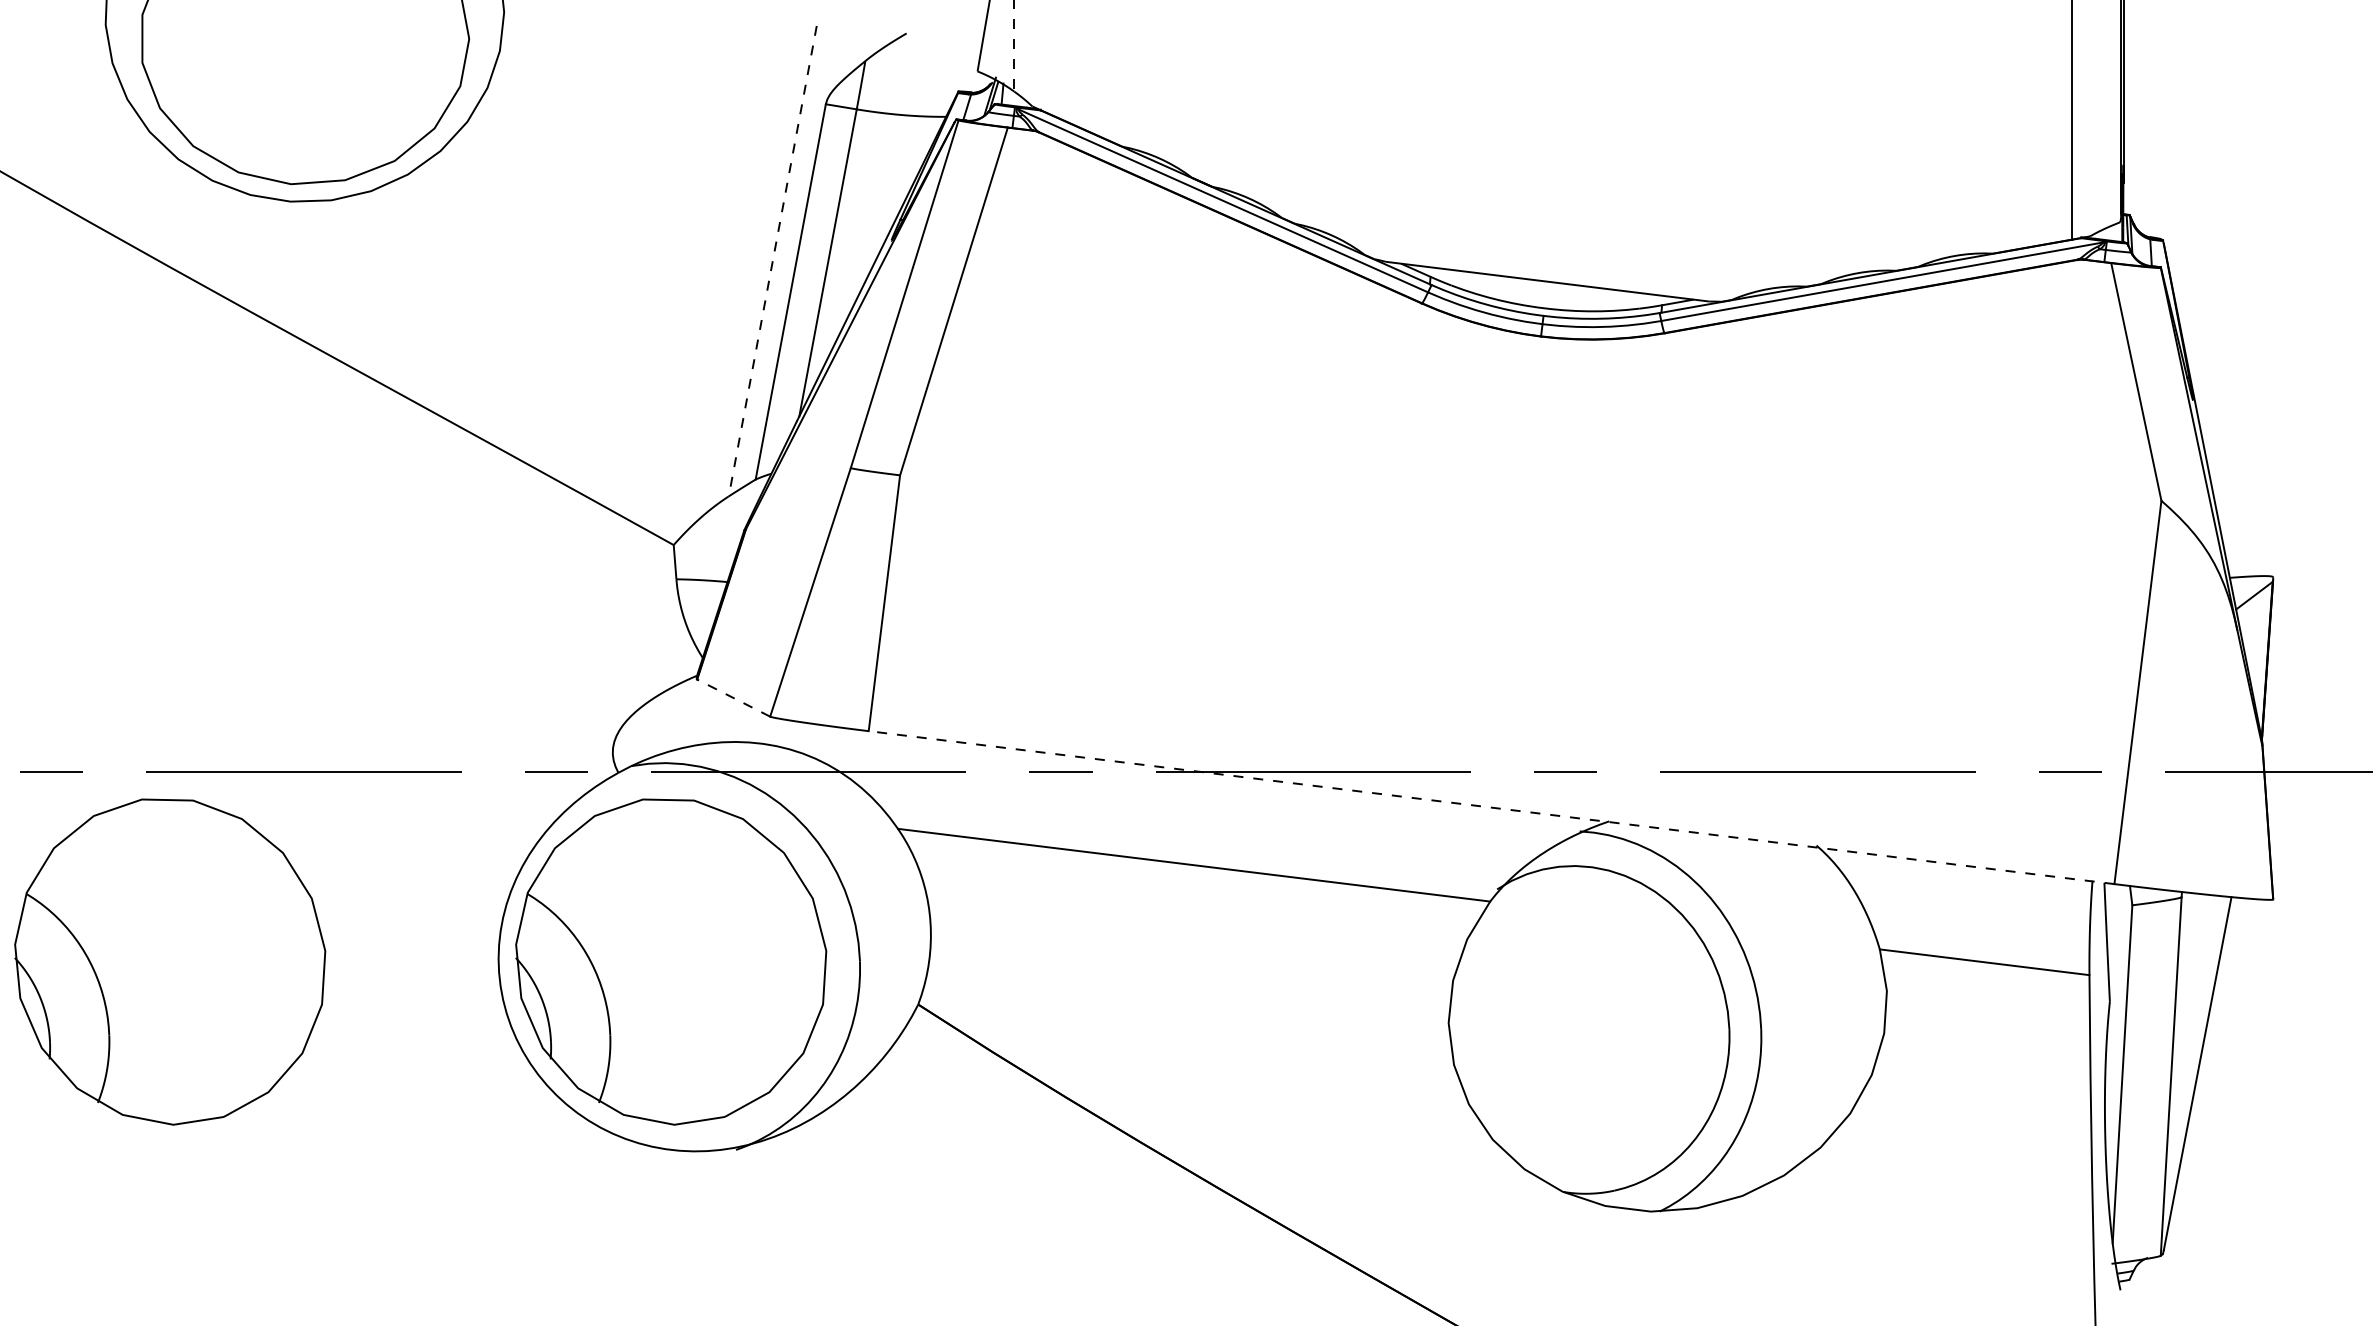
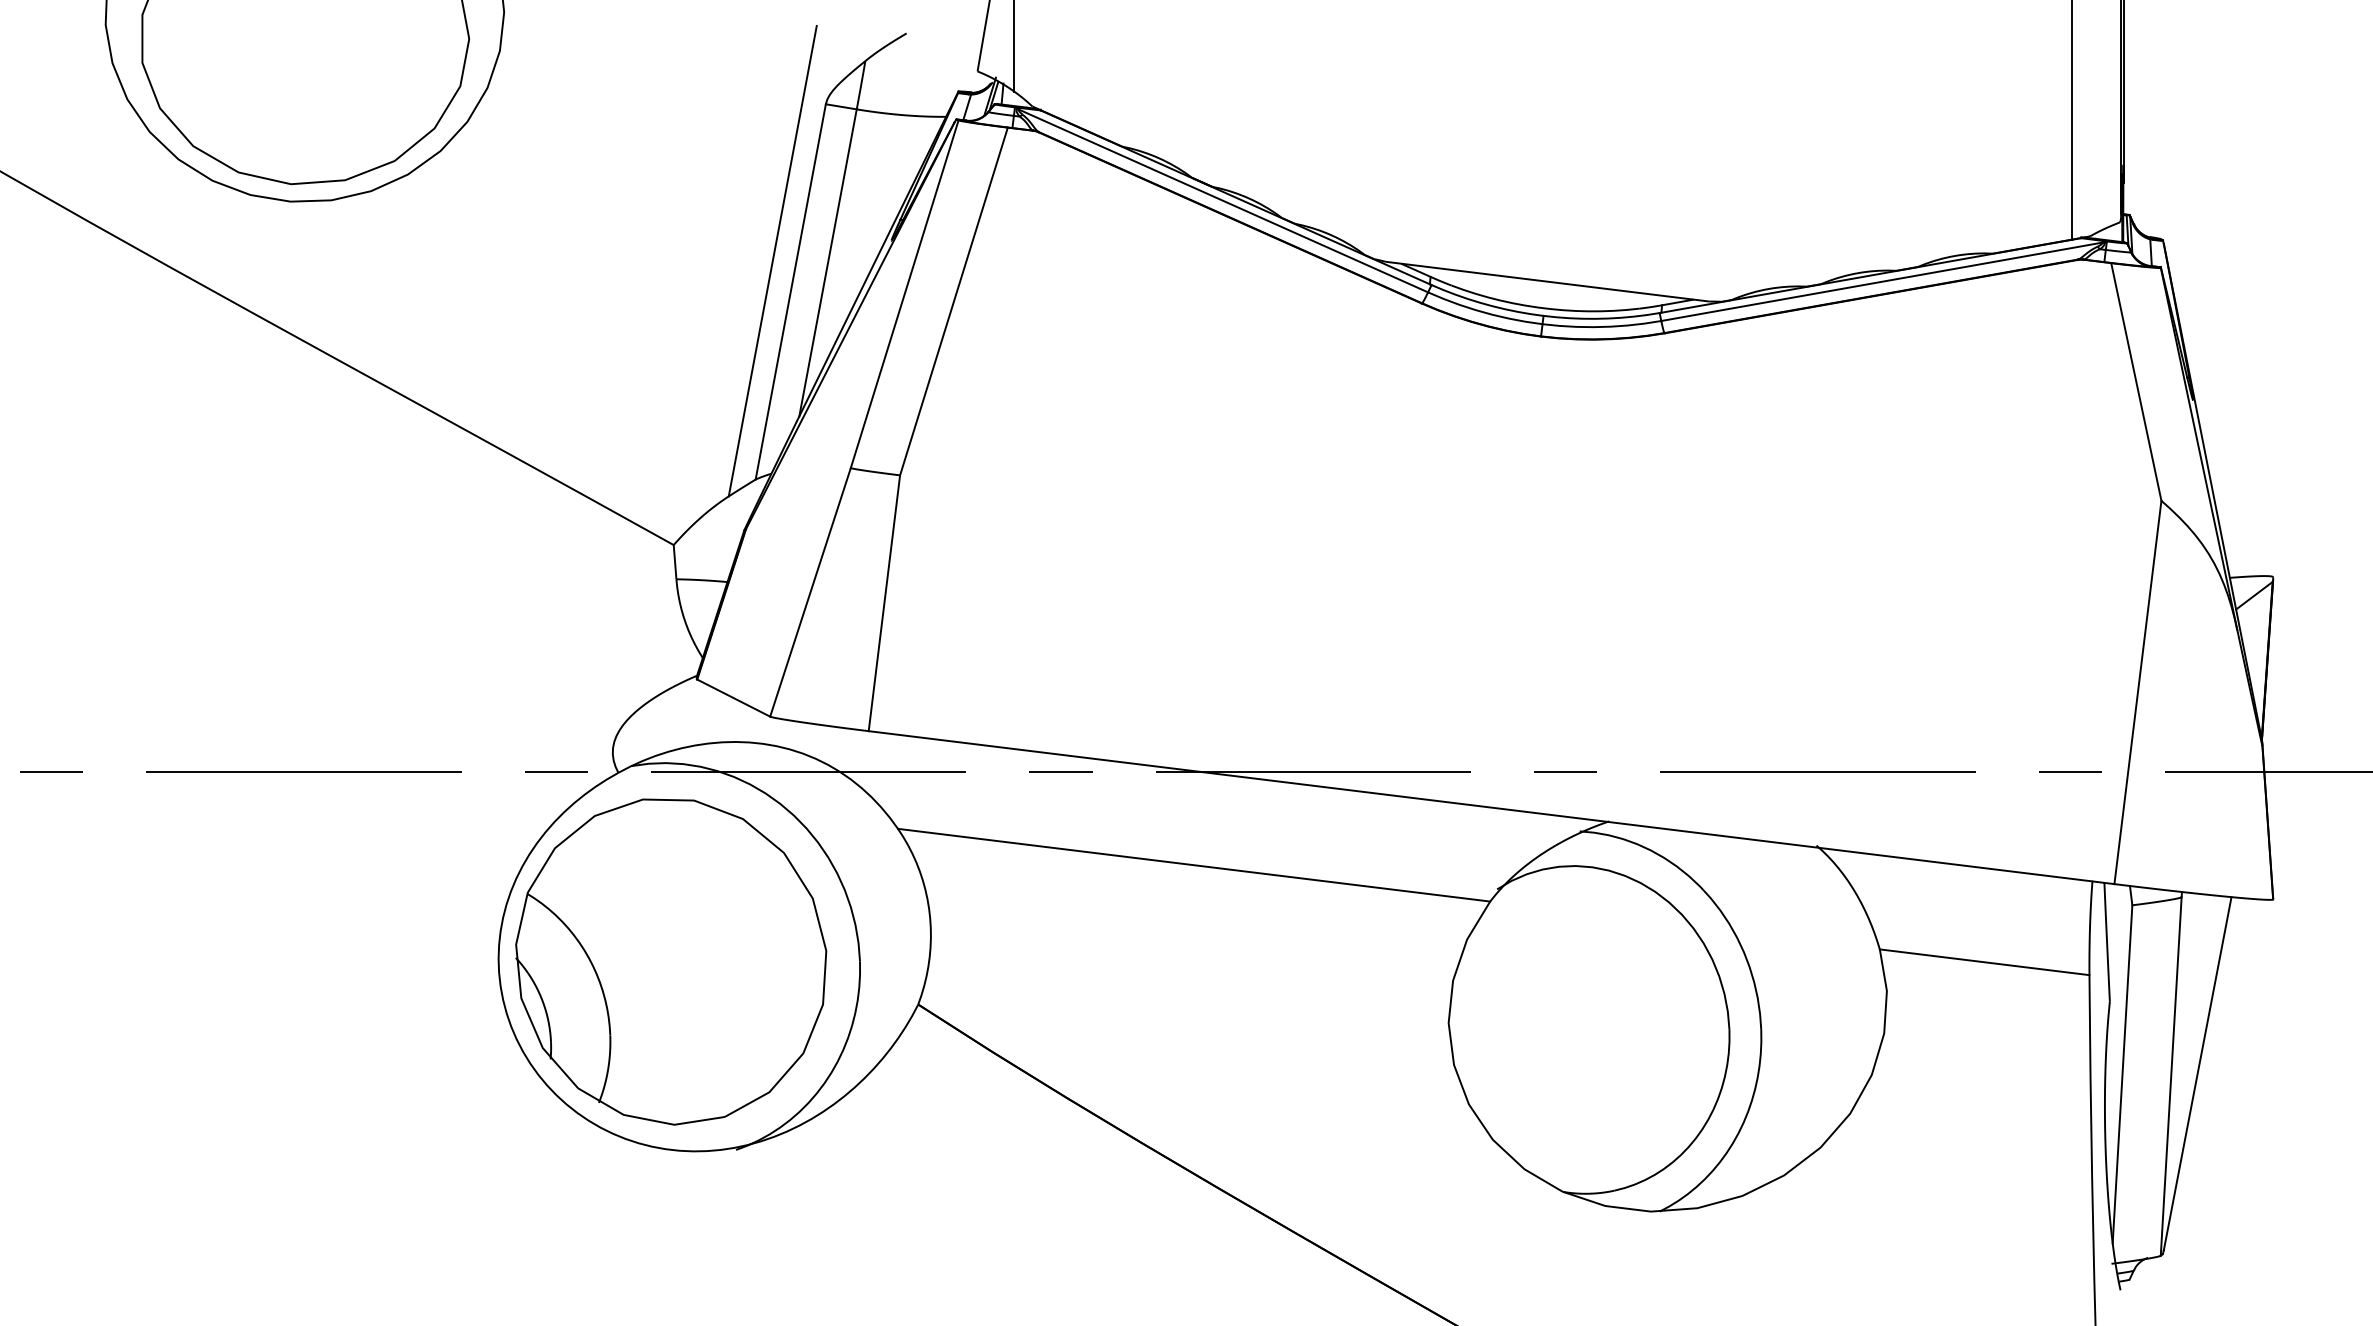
line at (1014, 46): dashed -> solid
line at (772, 261): dashed -> solid
line at (733, 698): dashed -> solid
line at (1491, 807): dashed -> solid
part at (170, 961): present -> none
